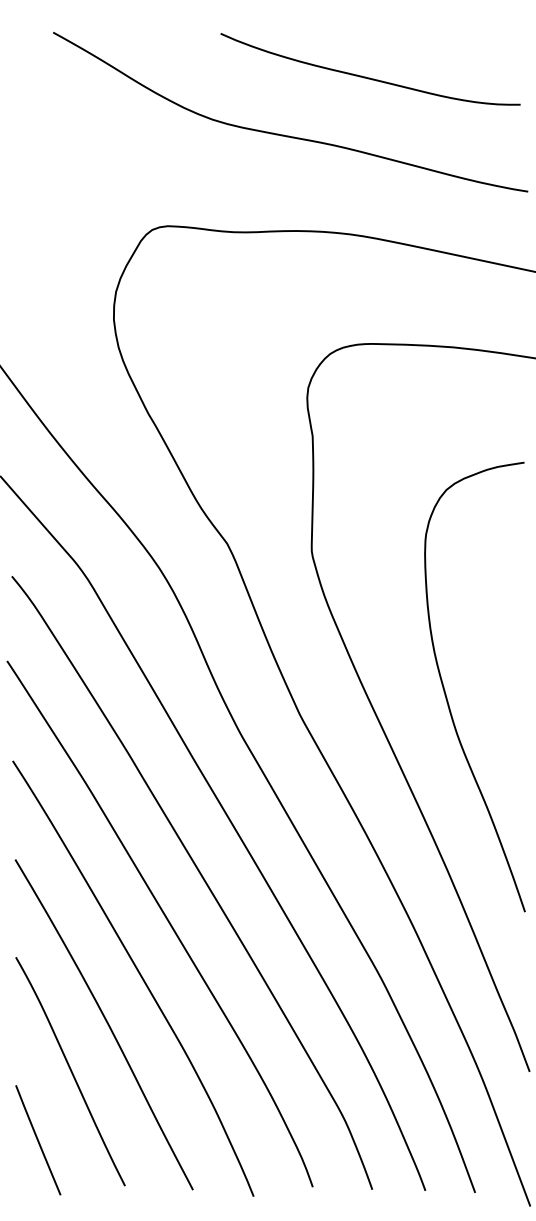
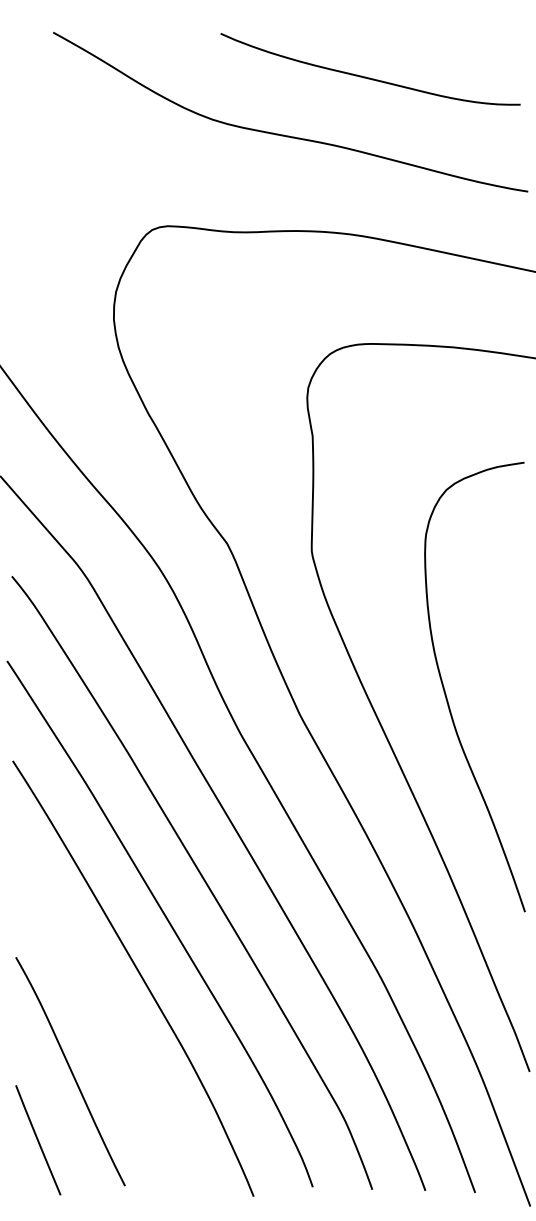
curve at (106, 1023): present -> none
